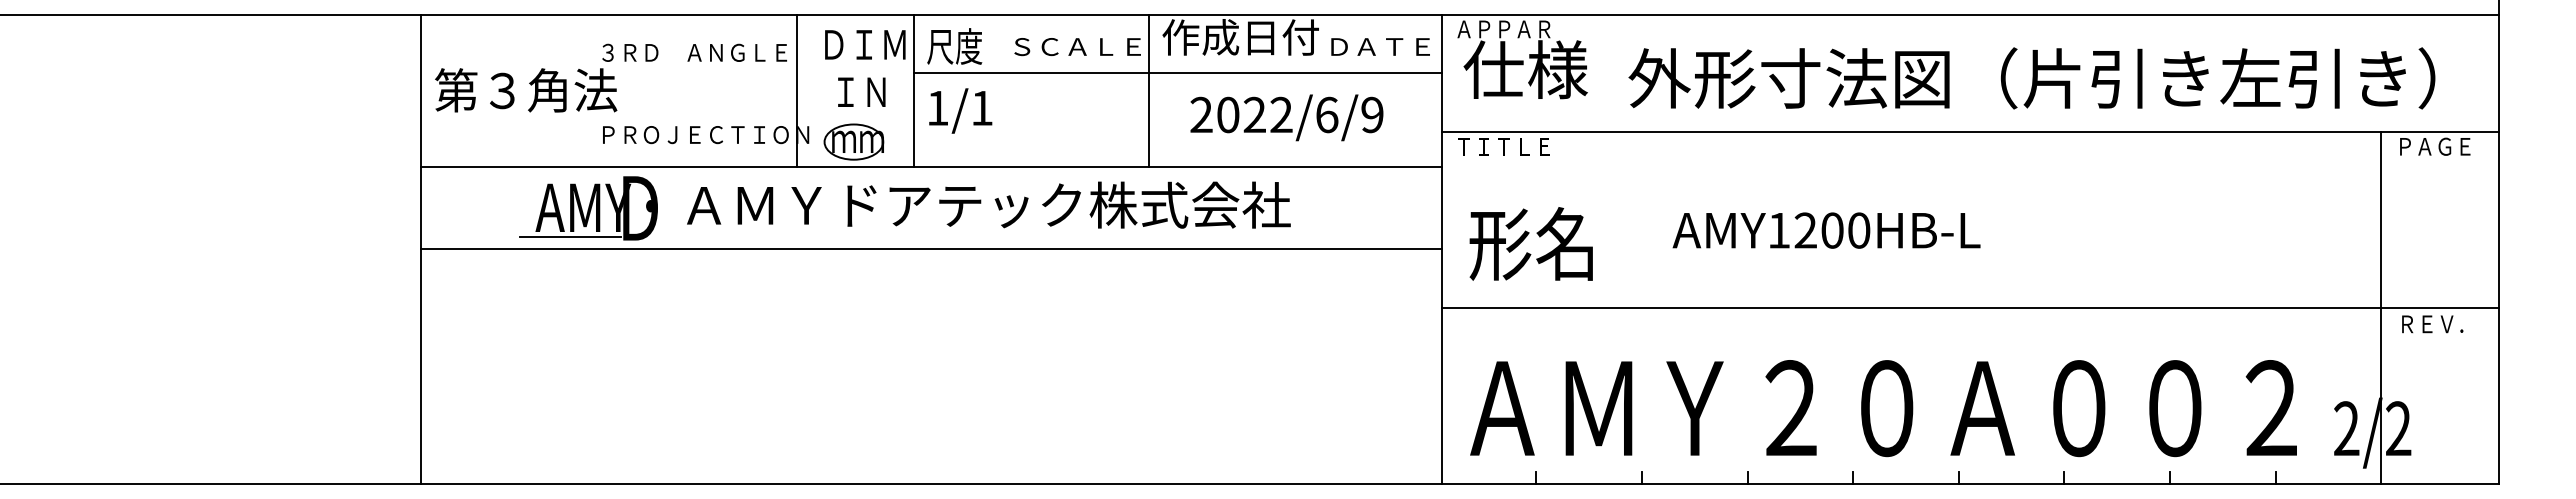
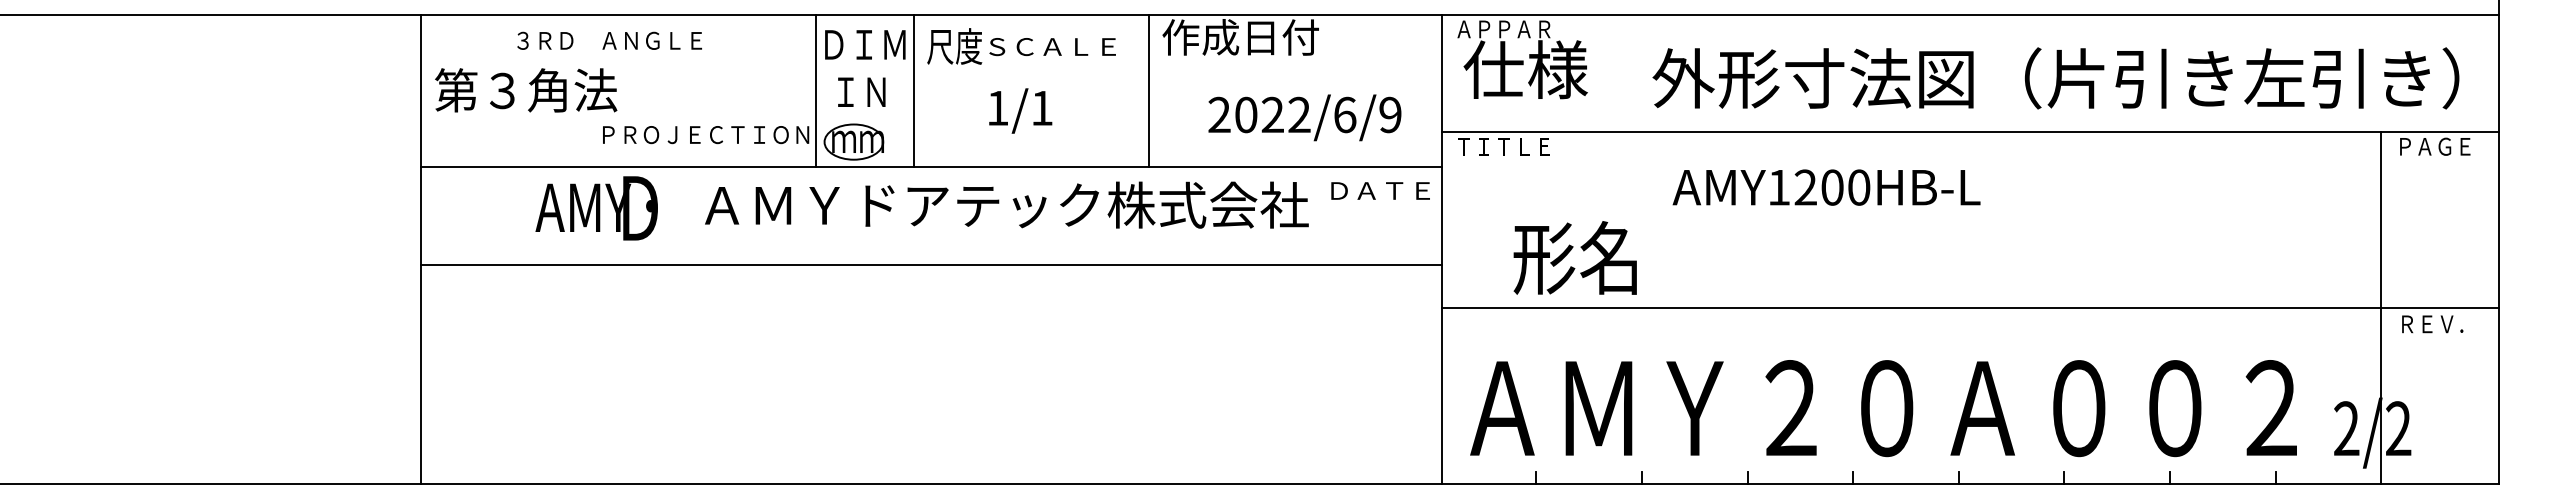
text at (1380, 46) position: (1380, 46) -> (1380, 190)
text at (1077, 47) position: (1077, 47) -> (1052, 47)
text at (694, 52) position: (694, 52) -> (609, 40)
line at (1178, 73): present -> none
text at (2031, 78) position: (2031, 78) -> (2055, 78)
line at (796, 90) position: (796, 90) -> (815, 90)
text at (960, 110) position: (960, 110) -> (1020, 110)
text at (1286, 117) position: (1286, 117) -> (1304, 117)
text at (988, 204) position: (988, 204) -> (1006, 204)
text at (1826, 230) position: (1826, 230) -> (1826, 187)
line at (569, 237): present -> none
text at (1530, 243) position: (1530, 243) -> (1574, 257)
line at (931, 249) position: (931, 249) -> (931, 265)
